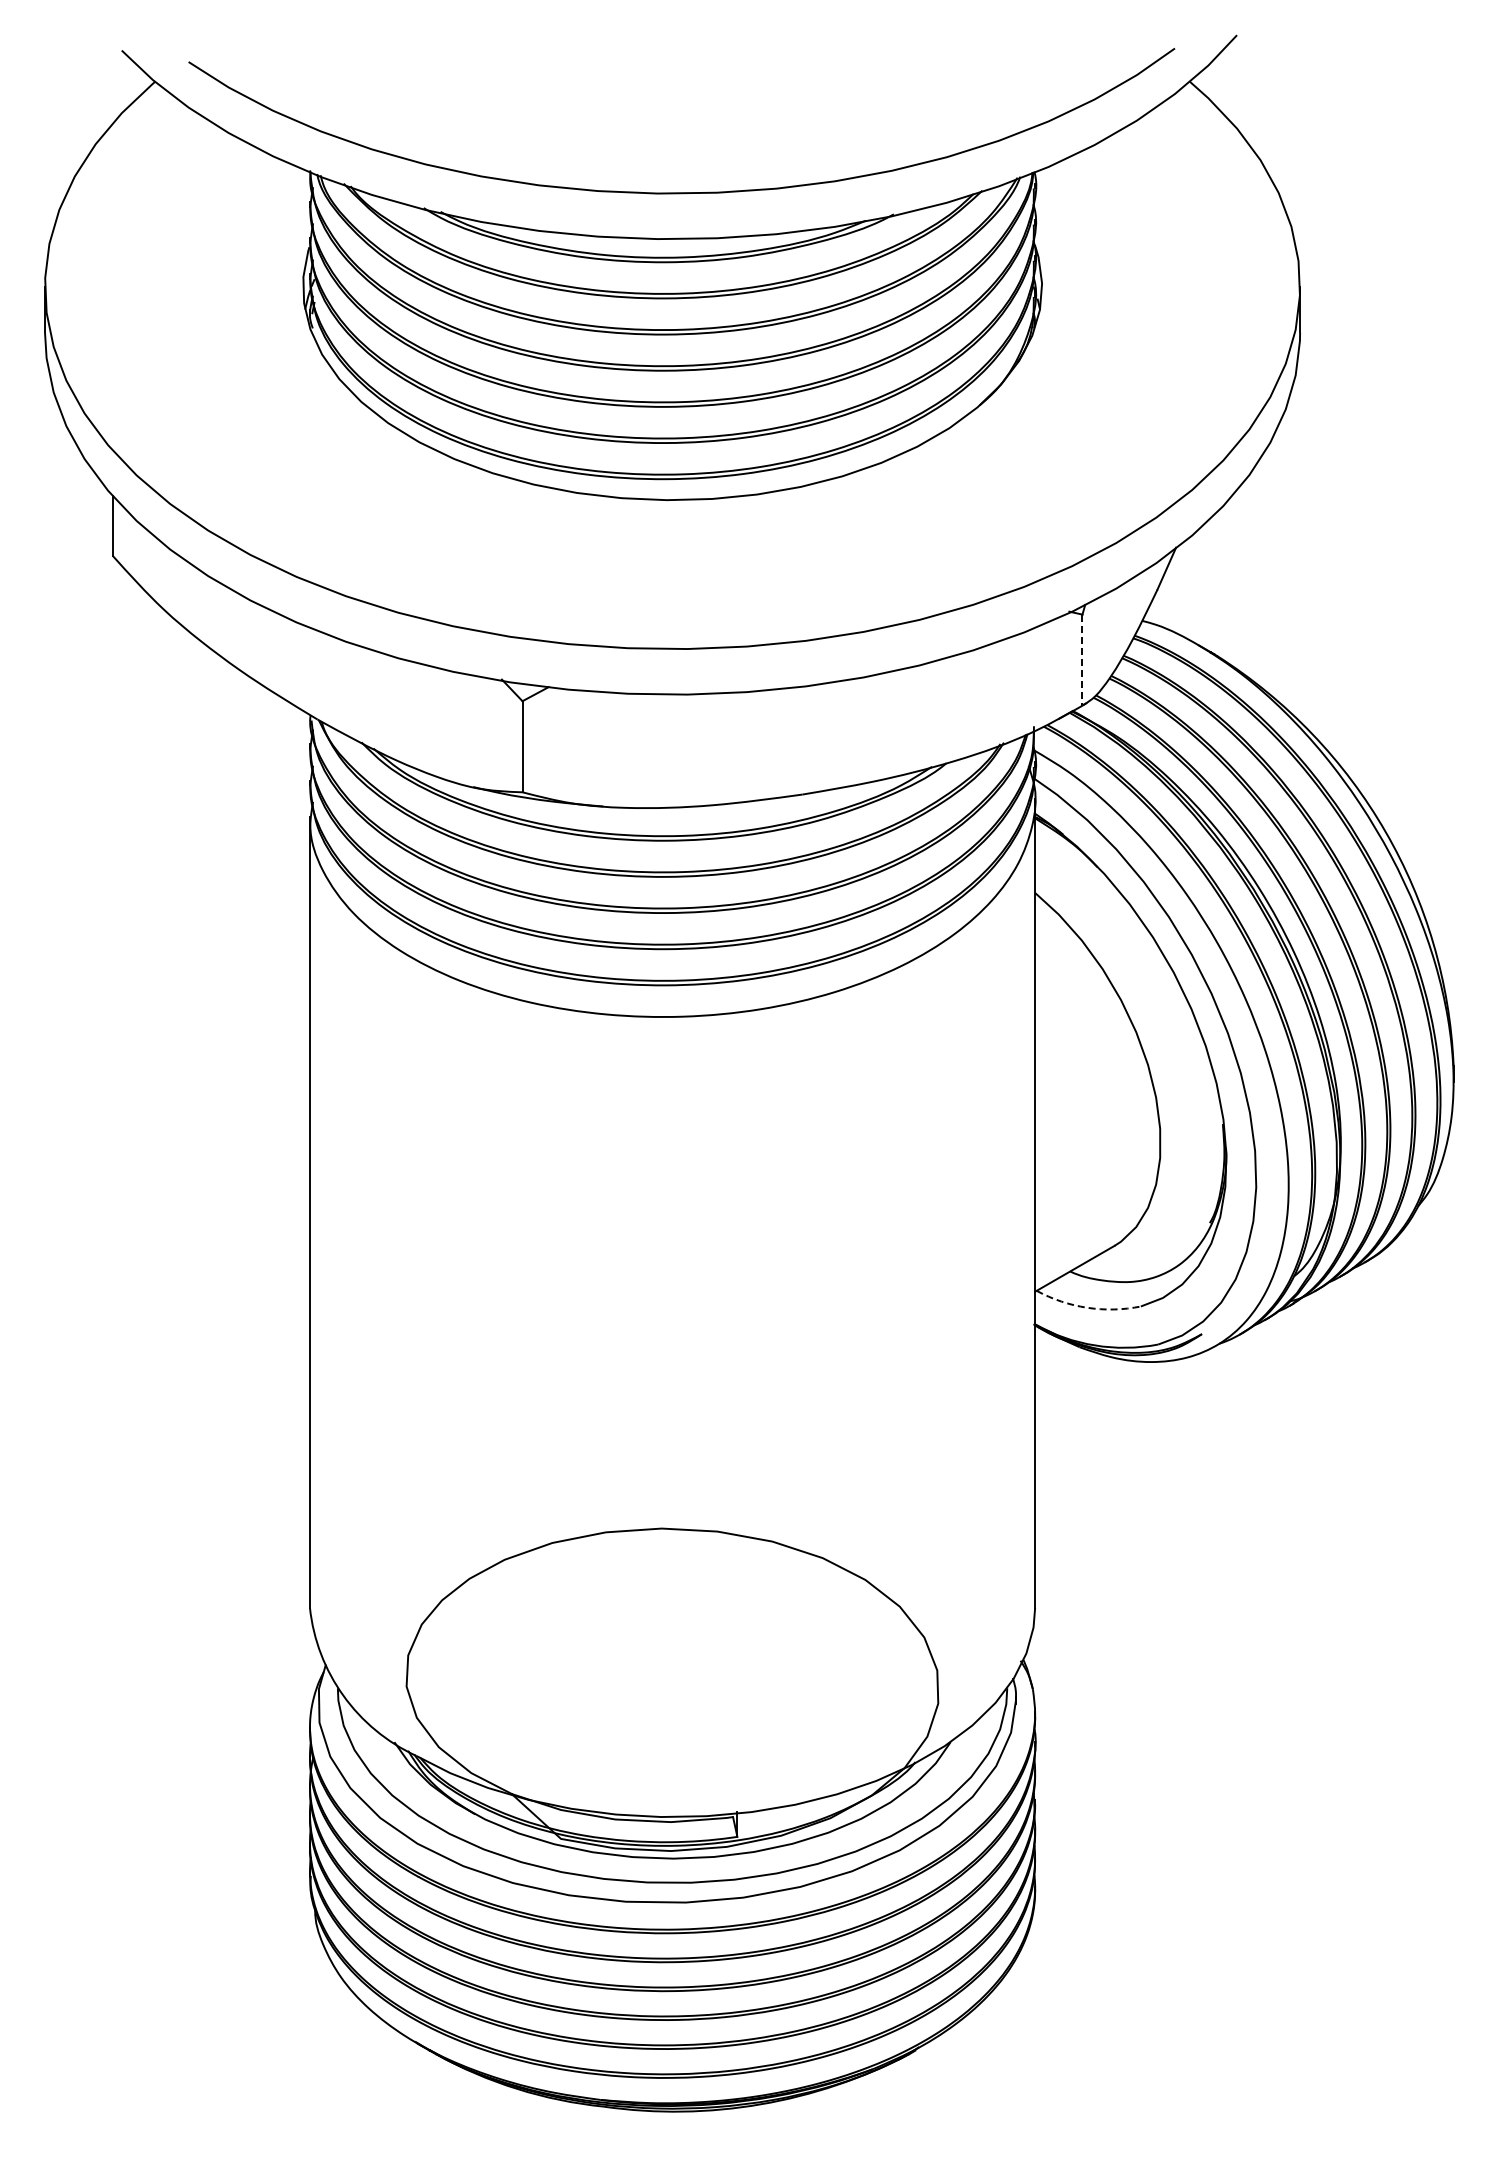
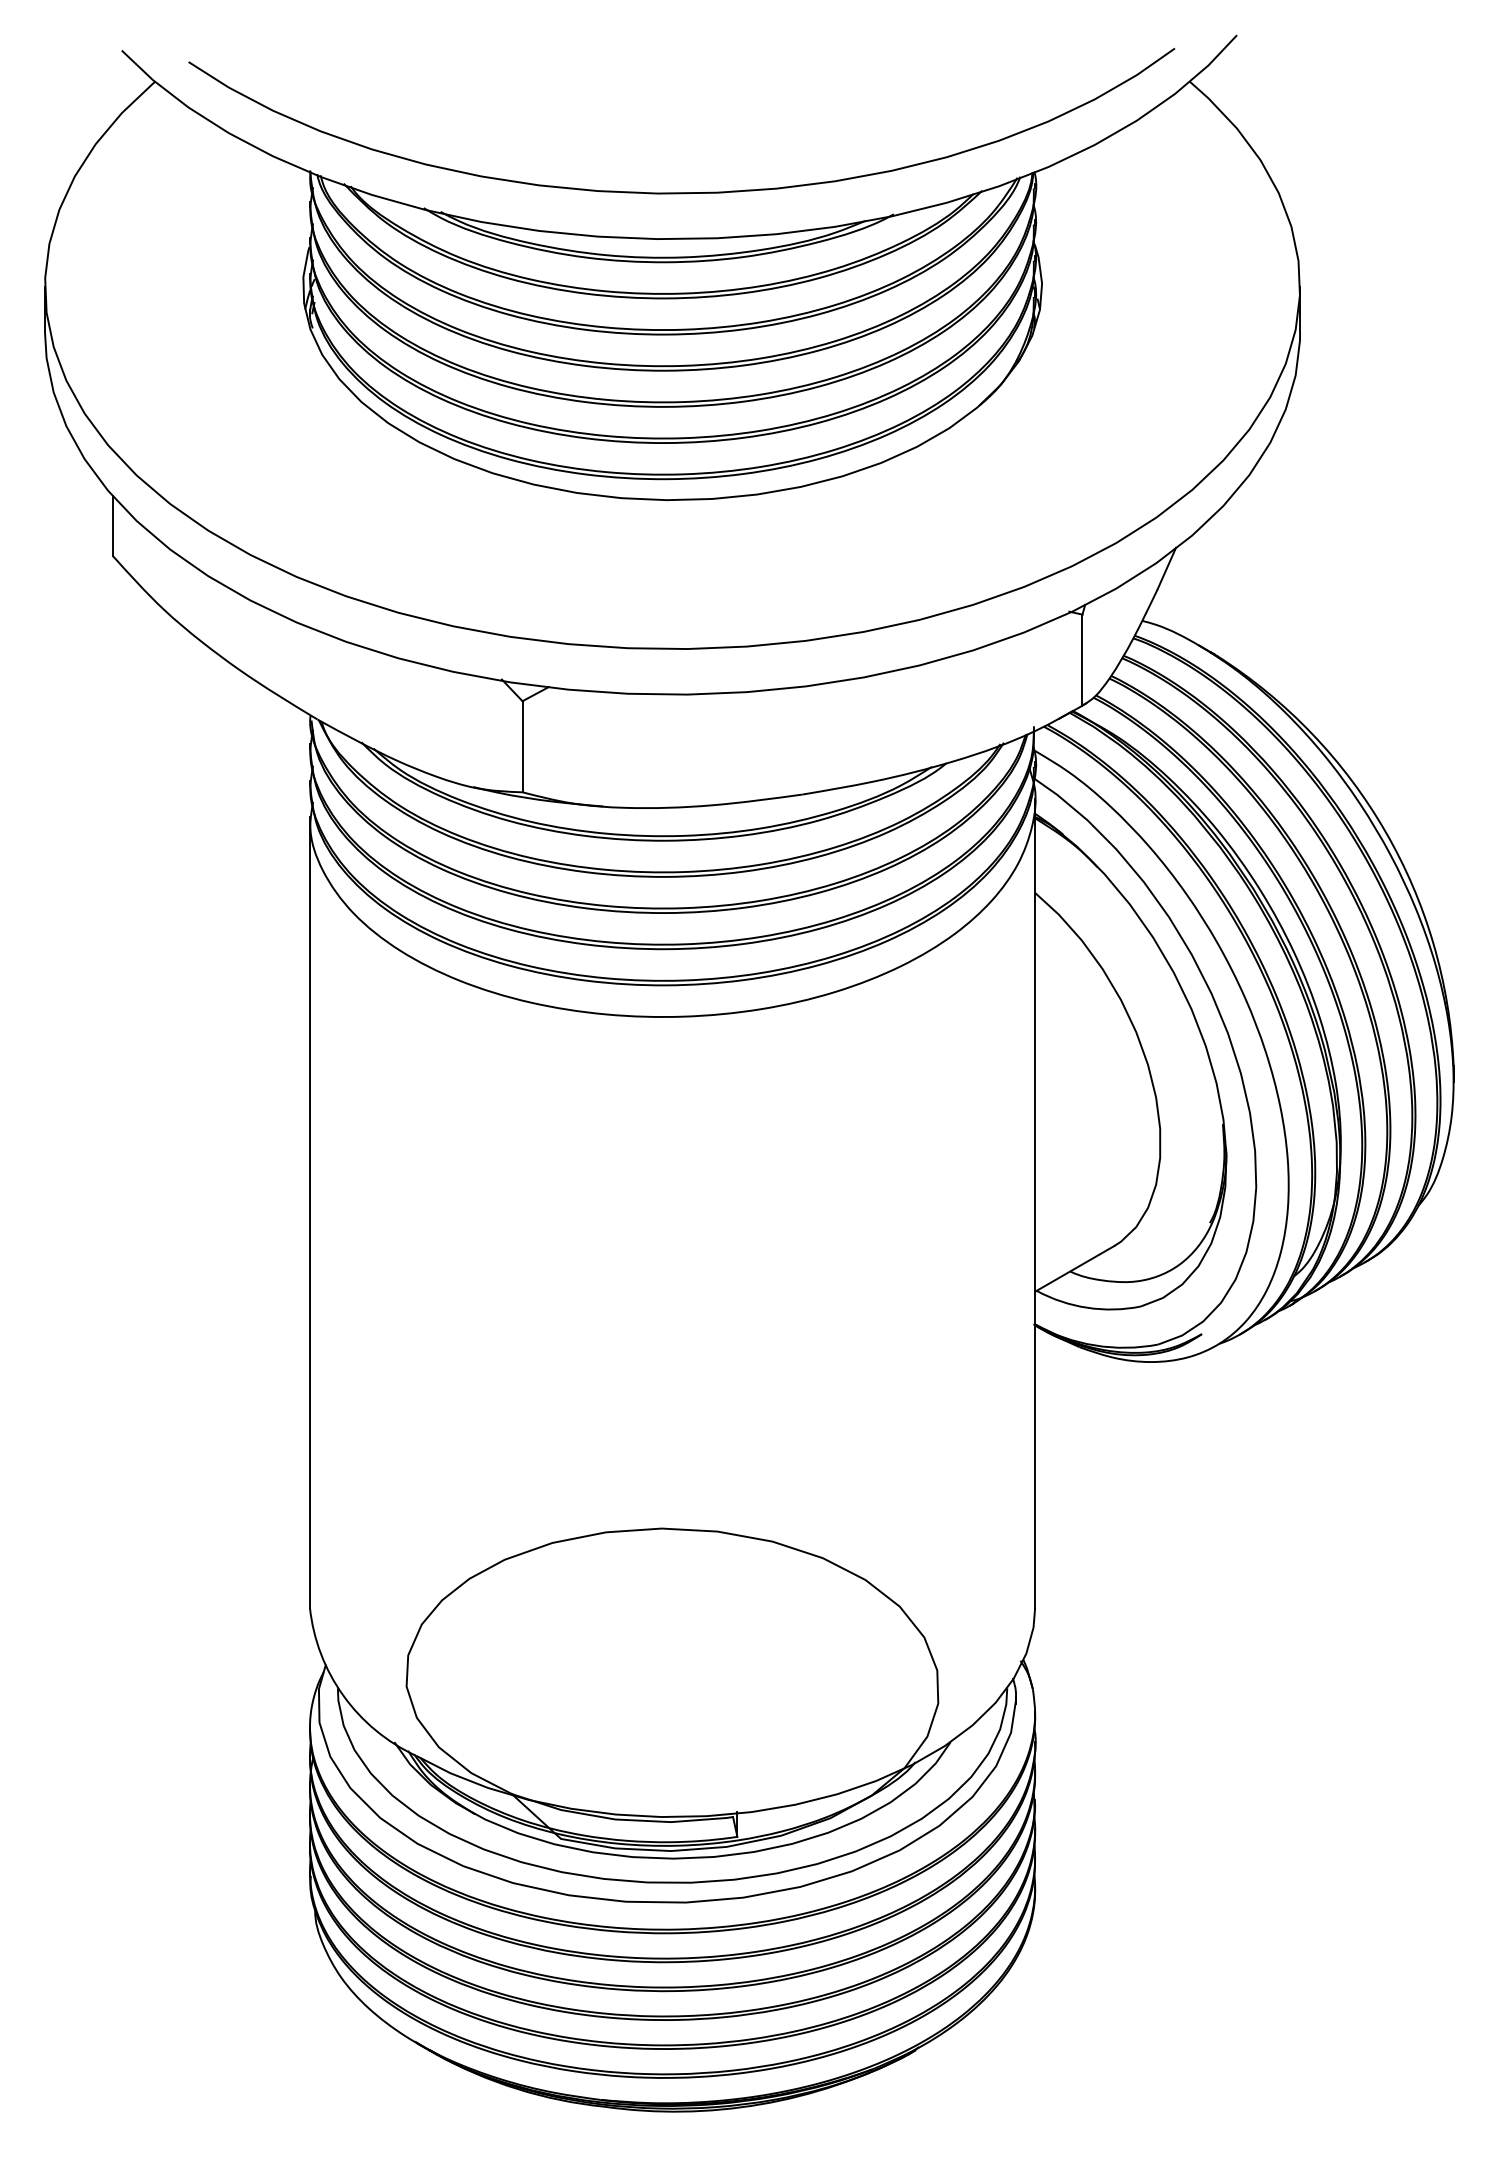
line at (1082, 660): dashed -> solid
arc at (1087, 1307): dashed -> solid
